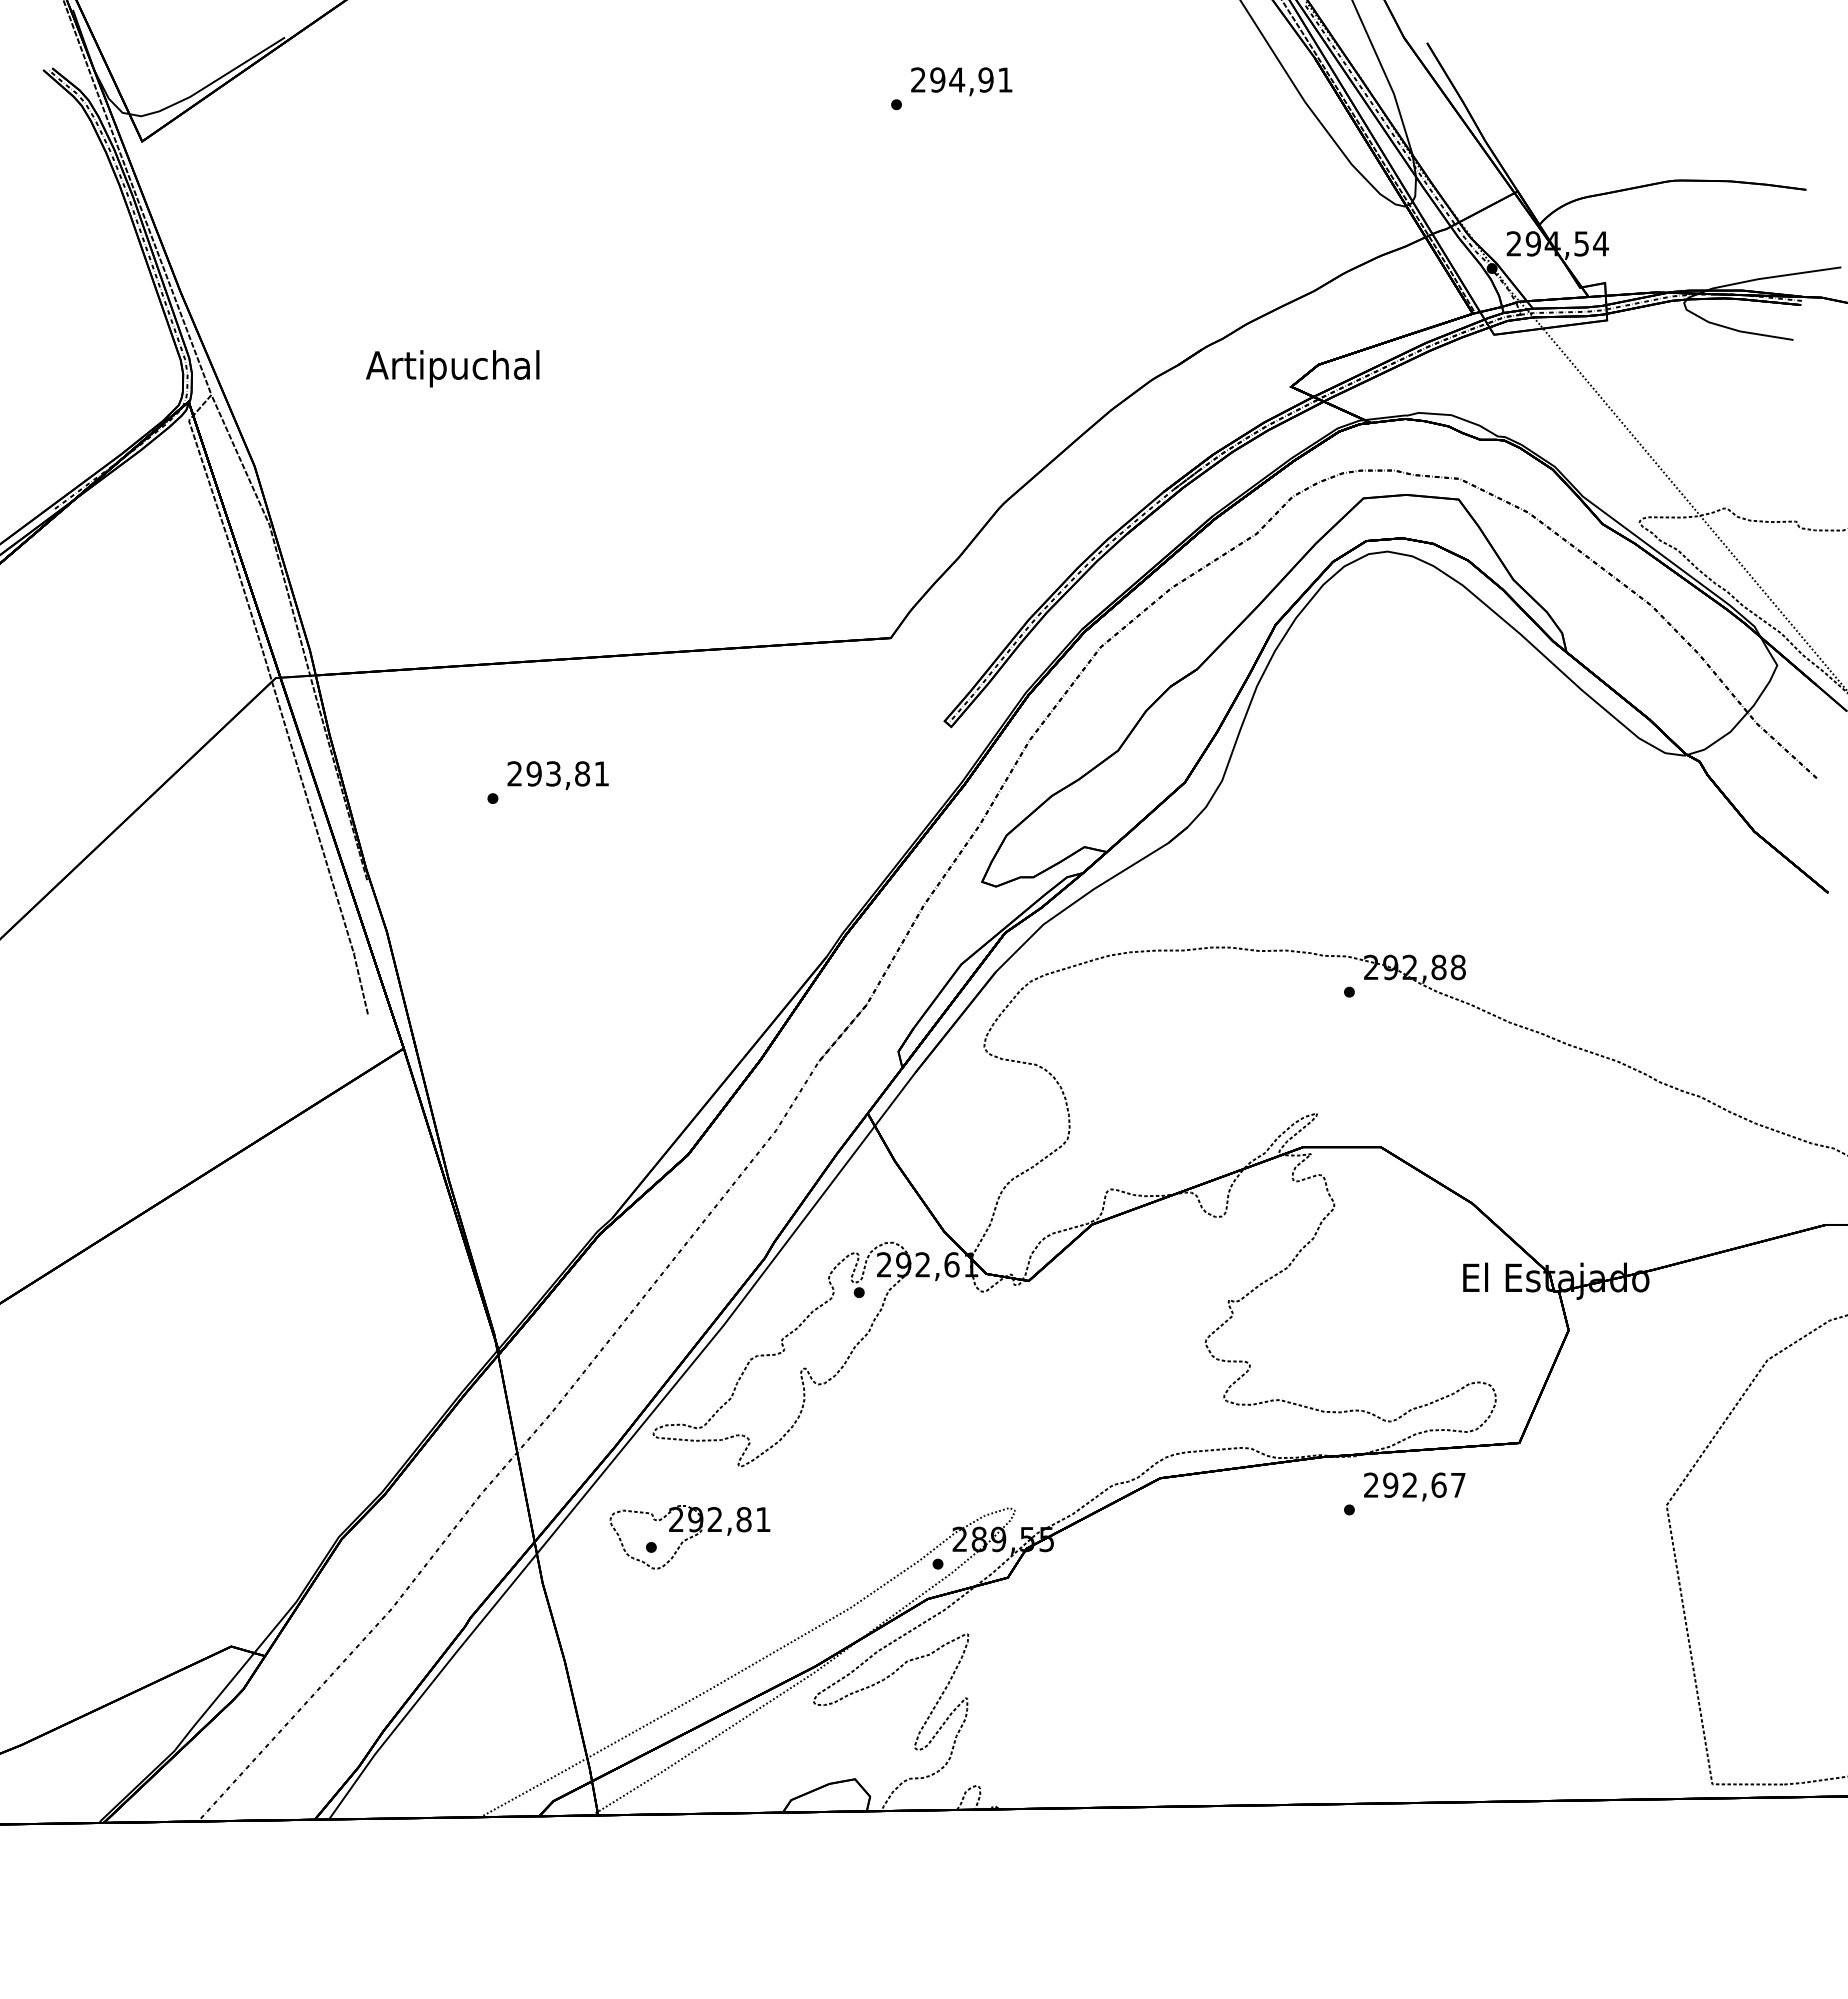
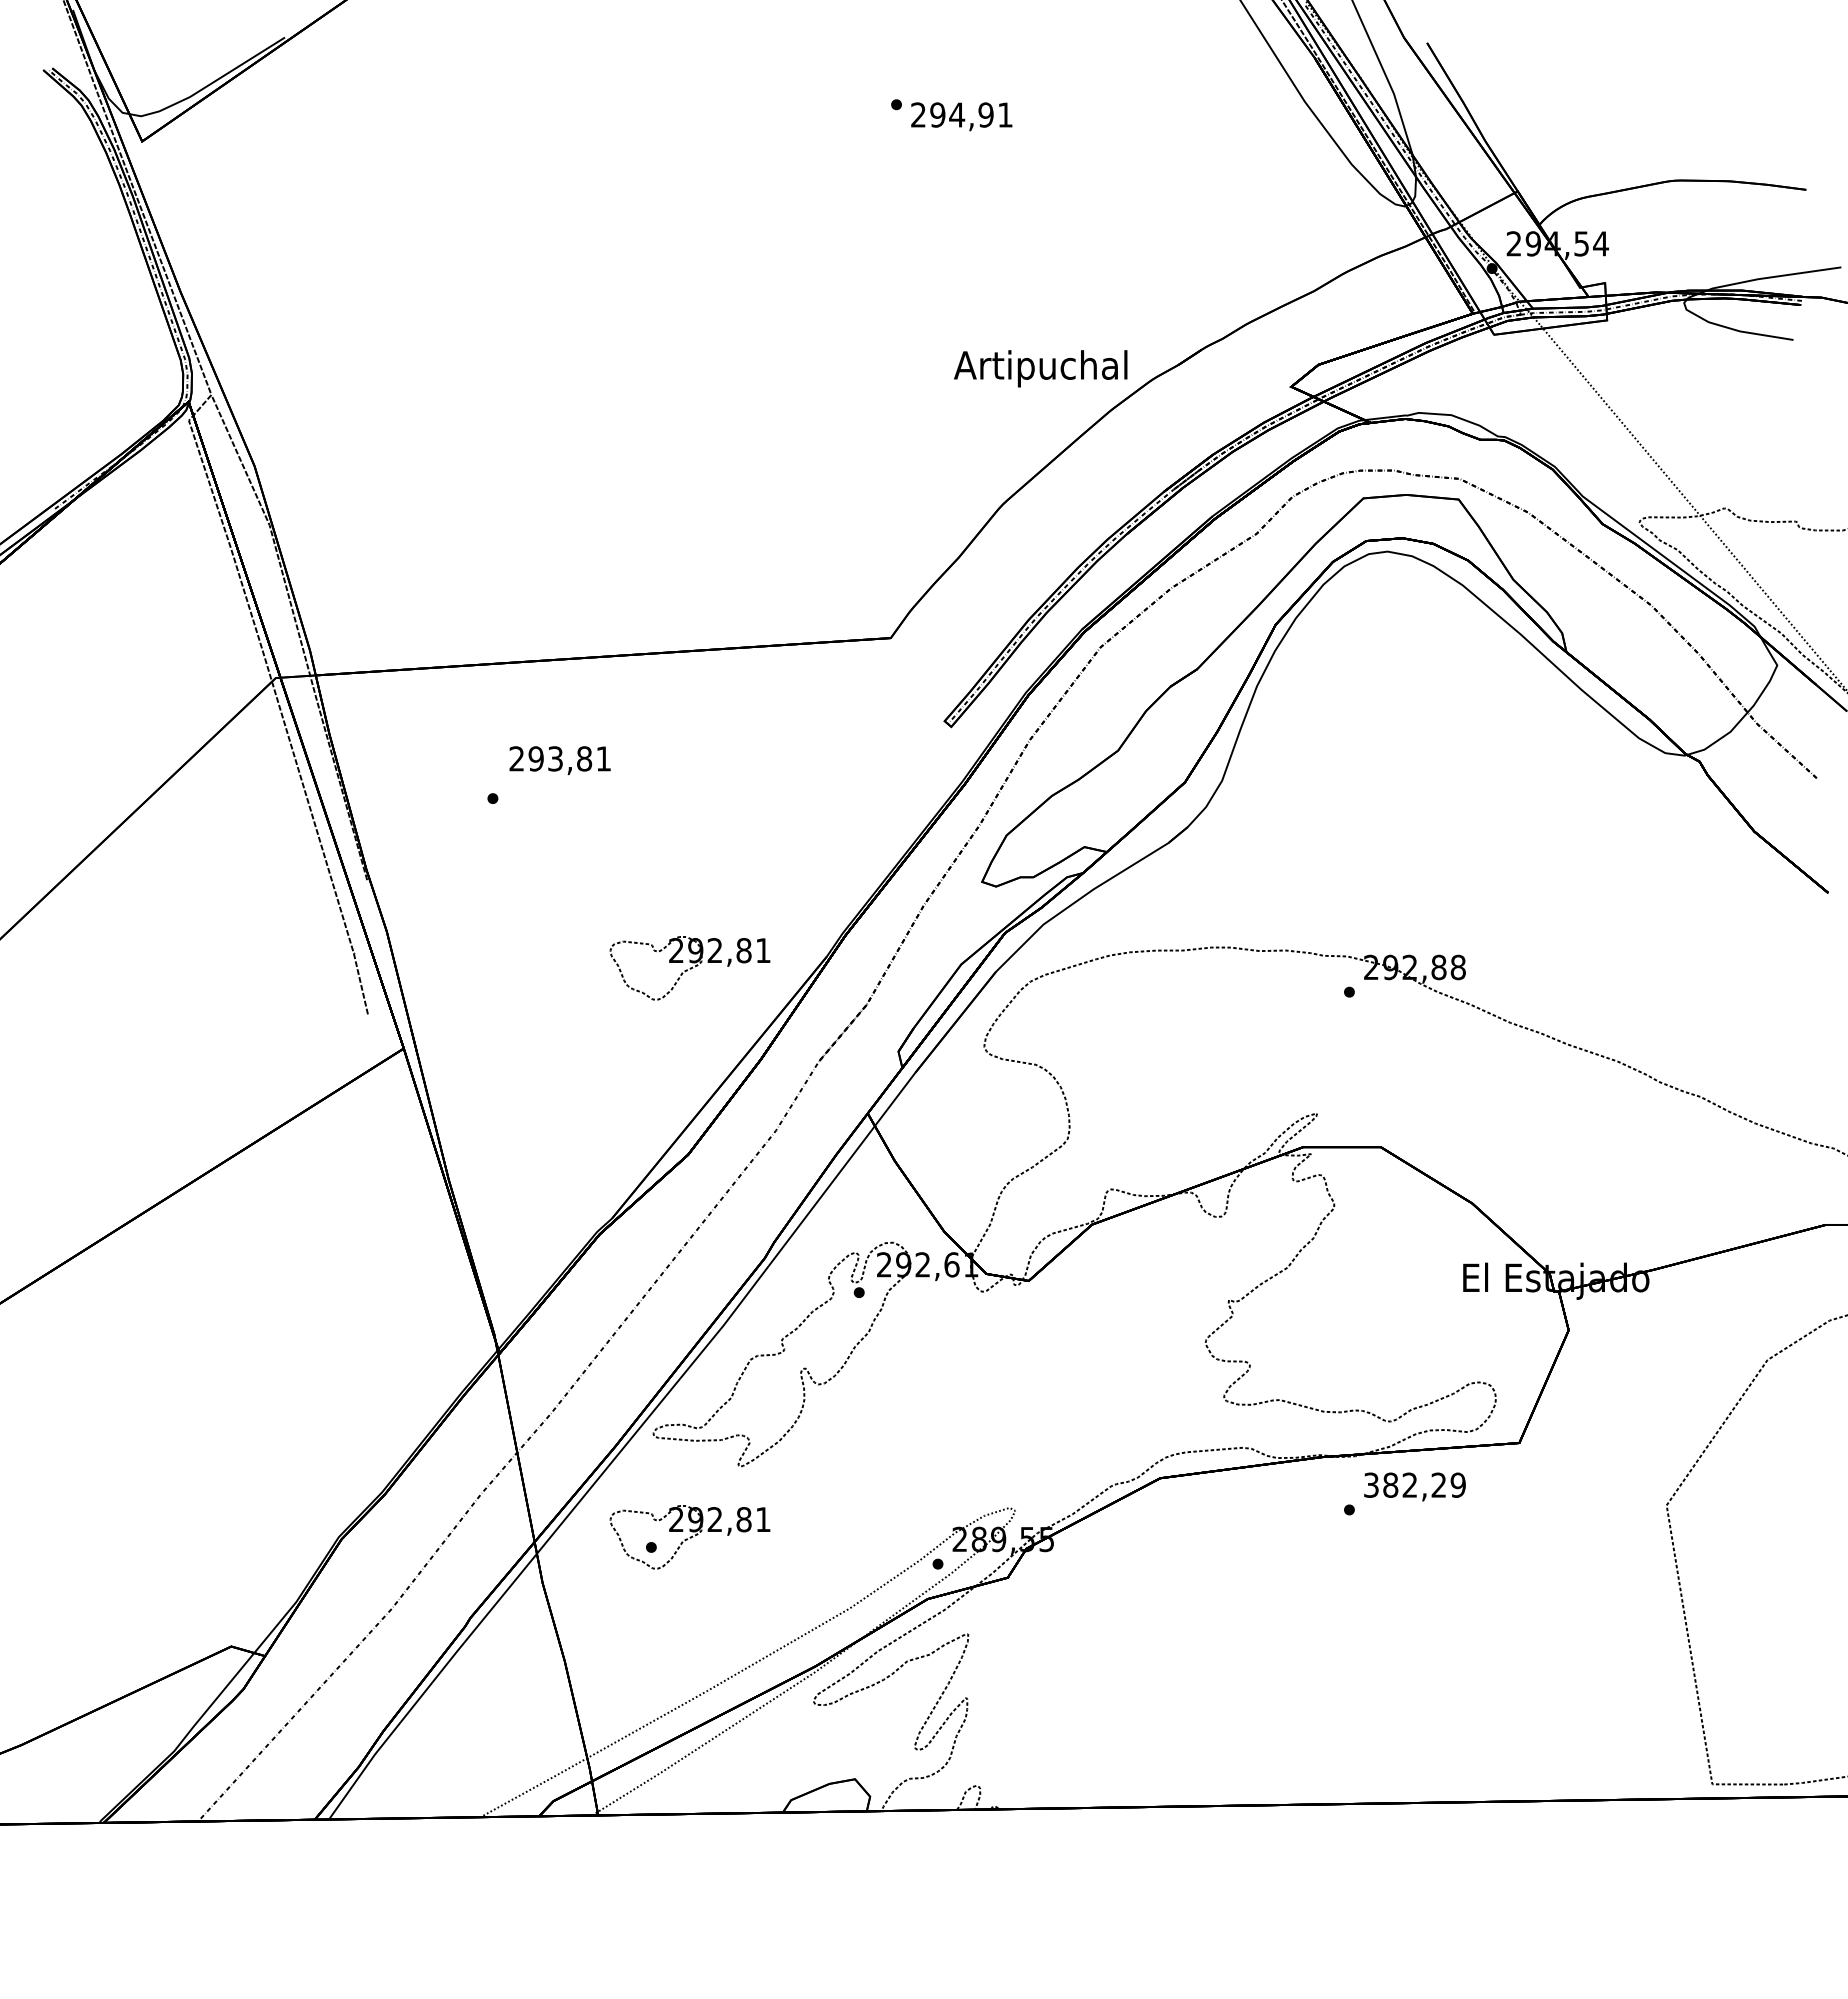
text at (961, 81) position: (961, 81) -> (961, 116)
text at (452, 368) position: (452, 368) -> (1040, 368)
text at (557, 775) position: (557, 775) -> (559, 760)
part at (689, 968): none -> present
text at (1414, 1484): 292,67 -> 382,29
